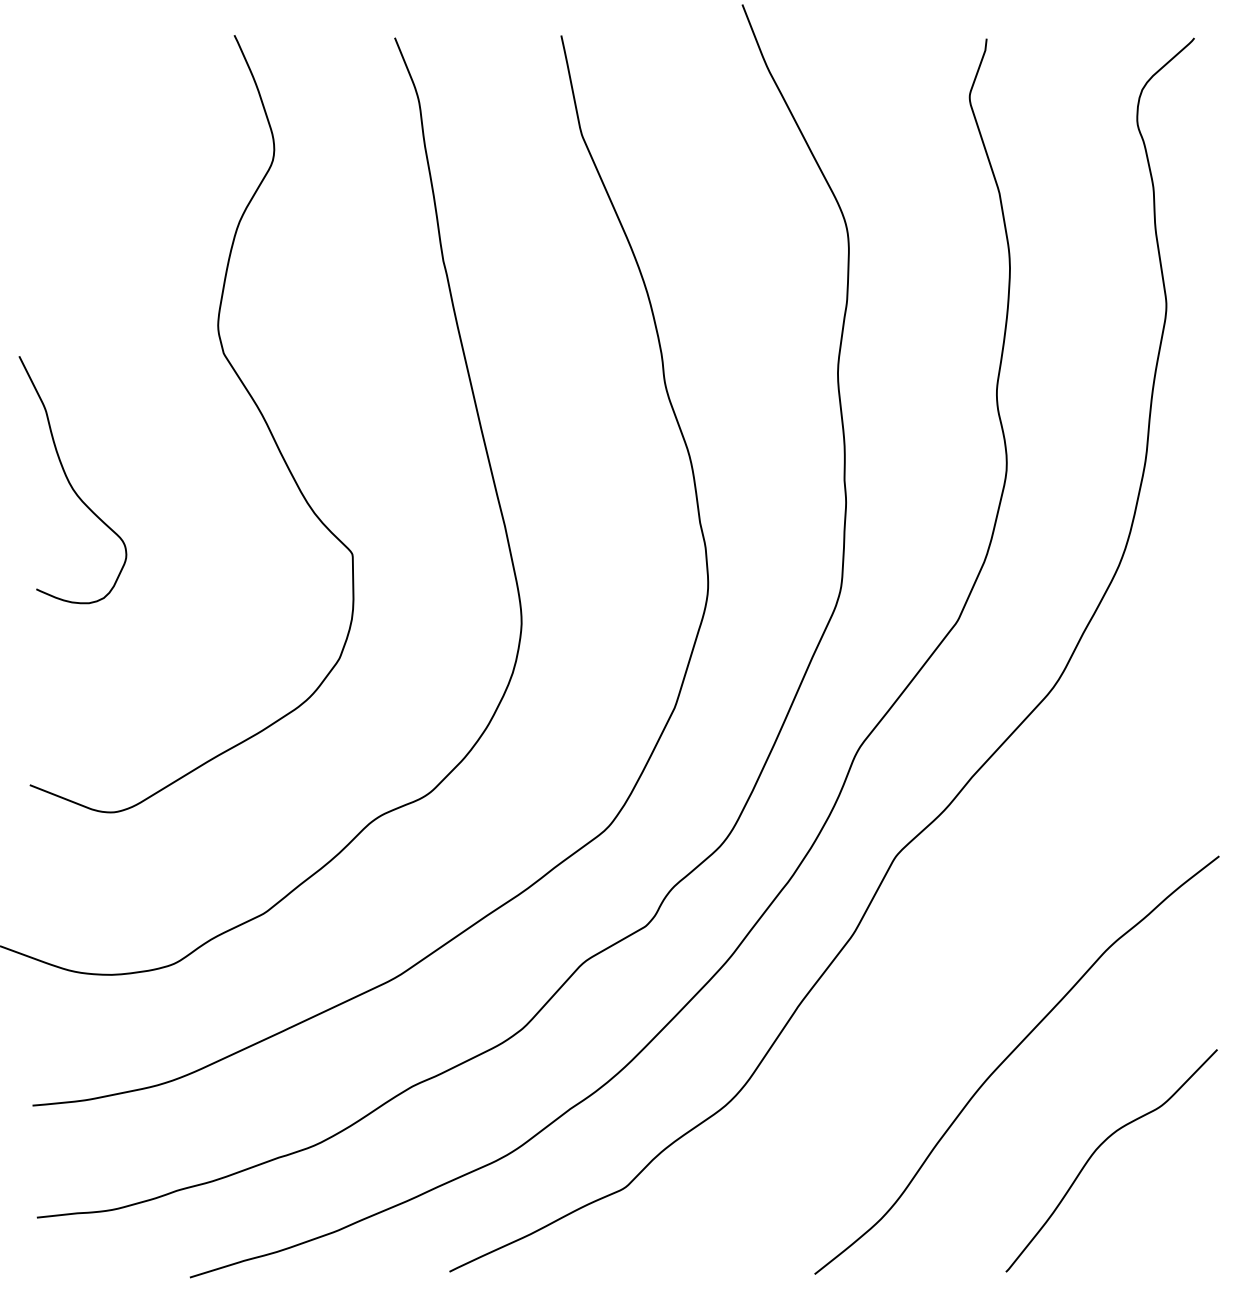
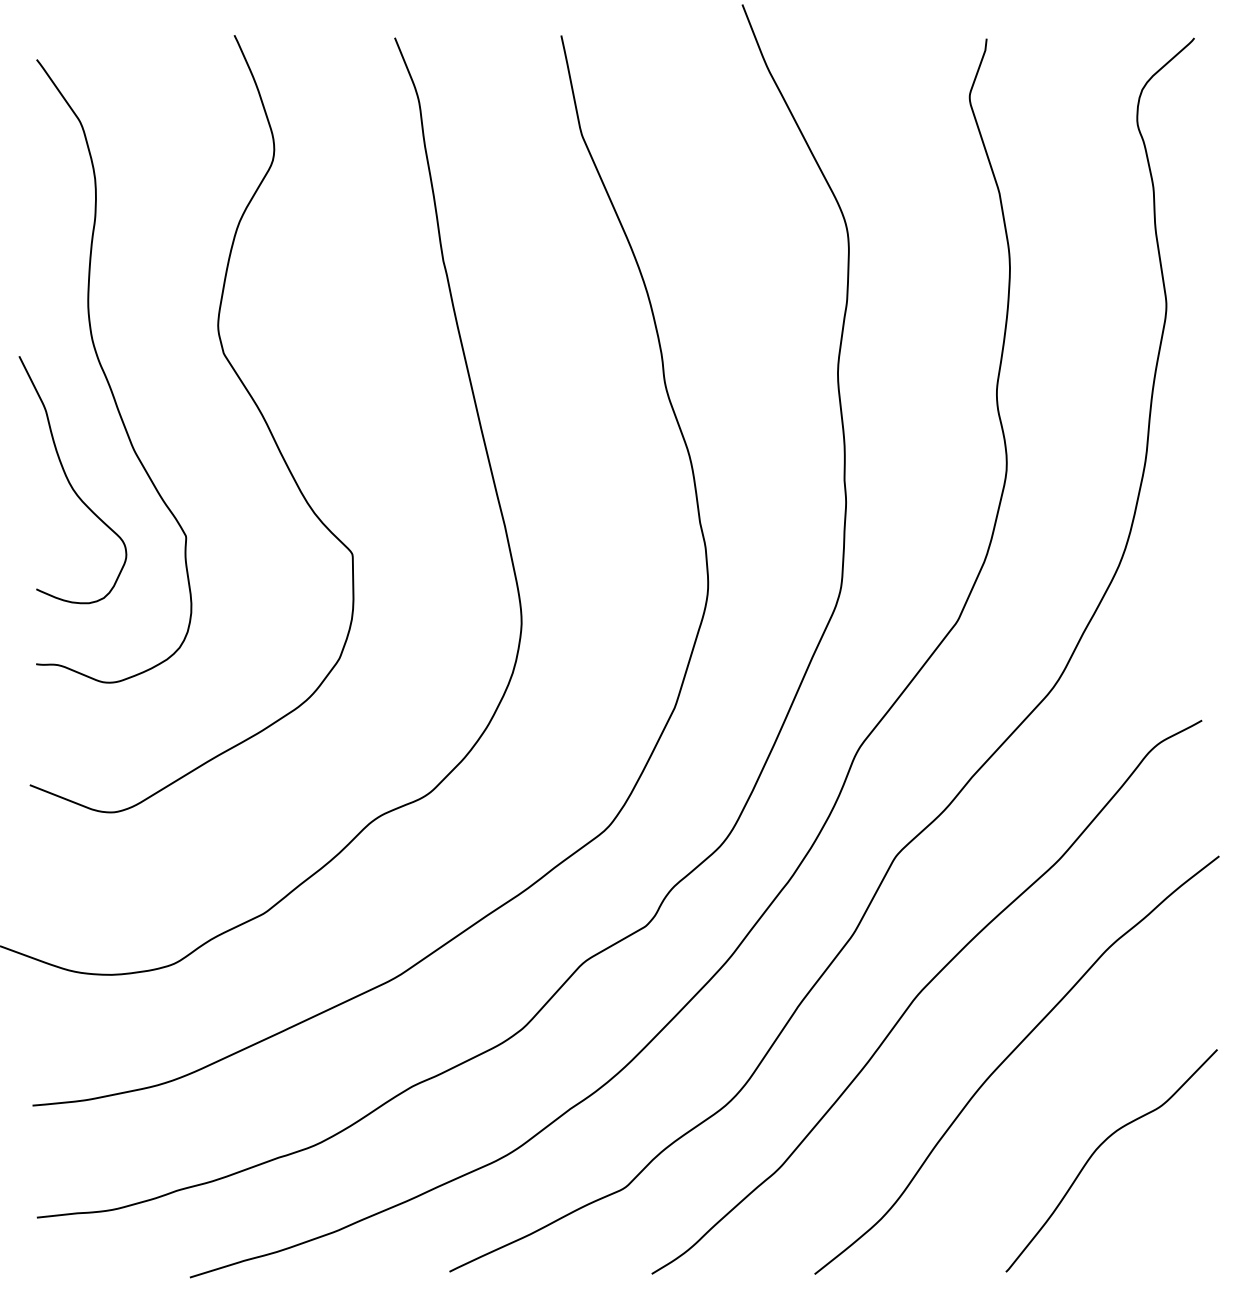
curve at (106, 375): none -> present
curve at (922, 991): none -> present
